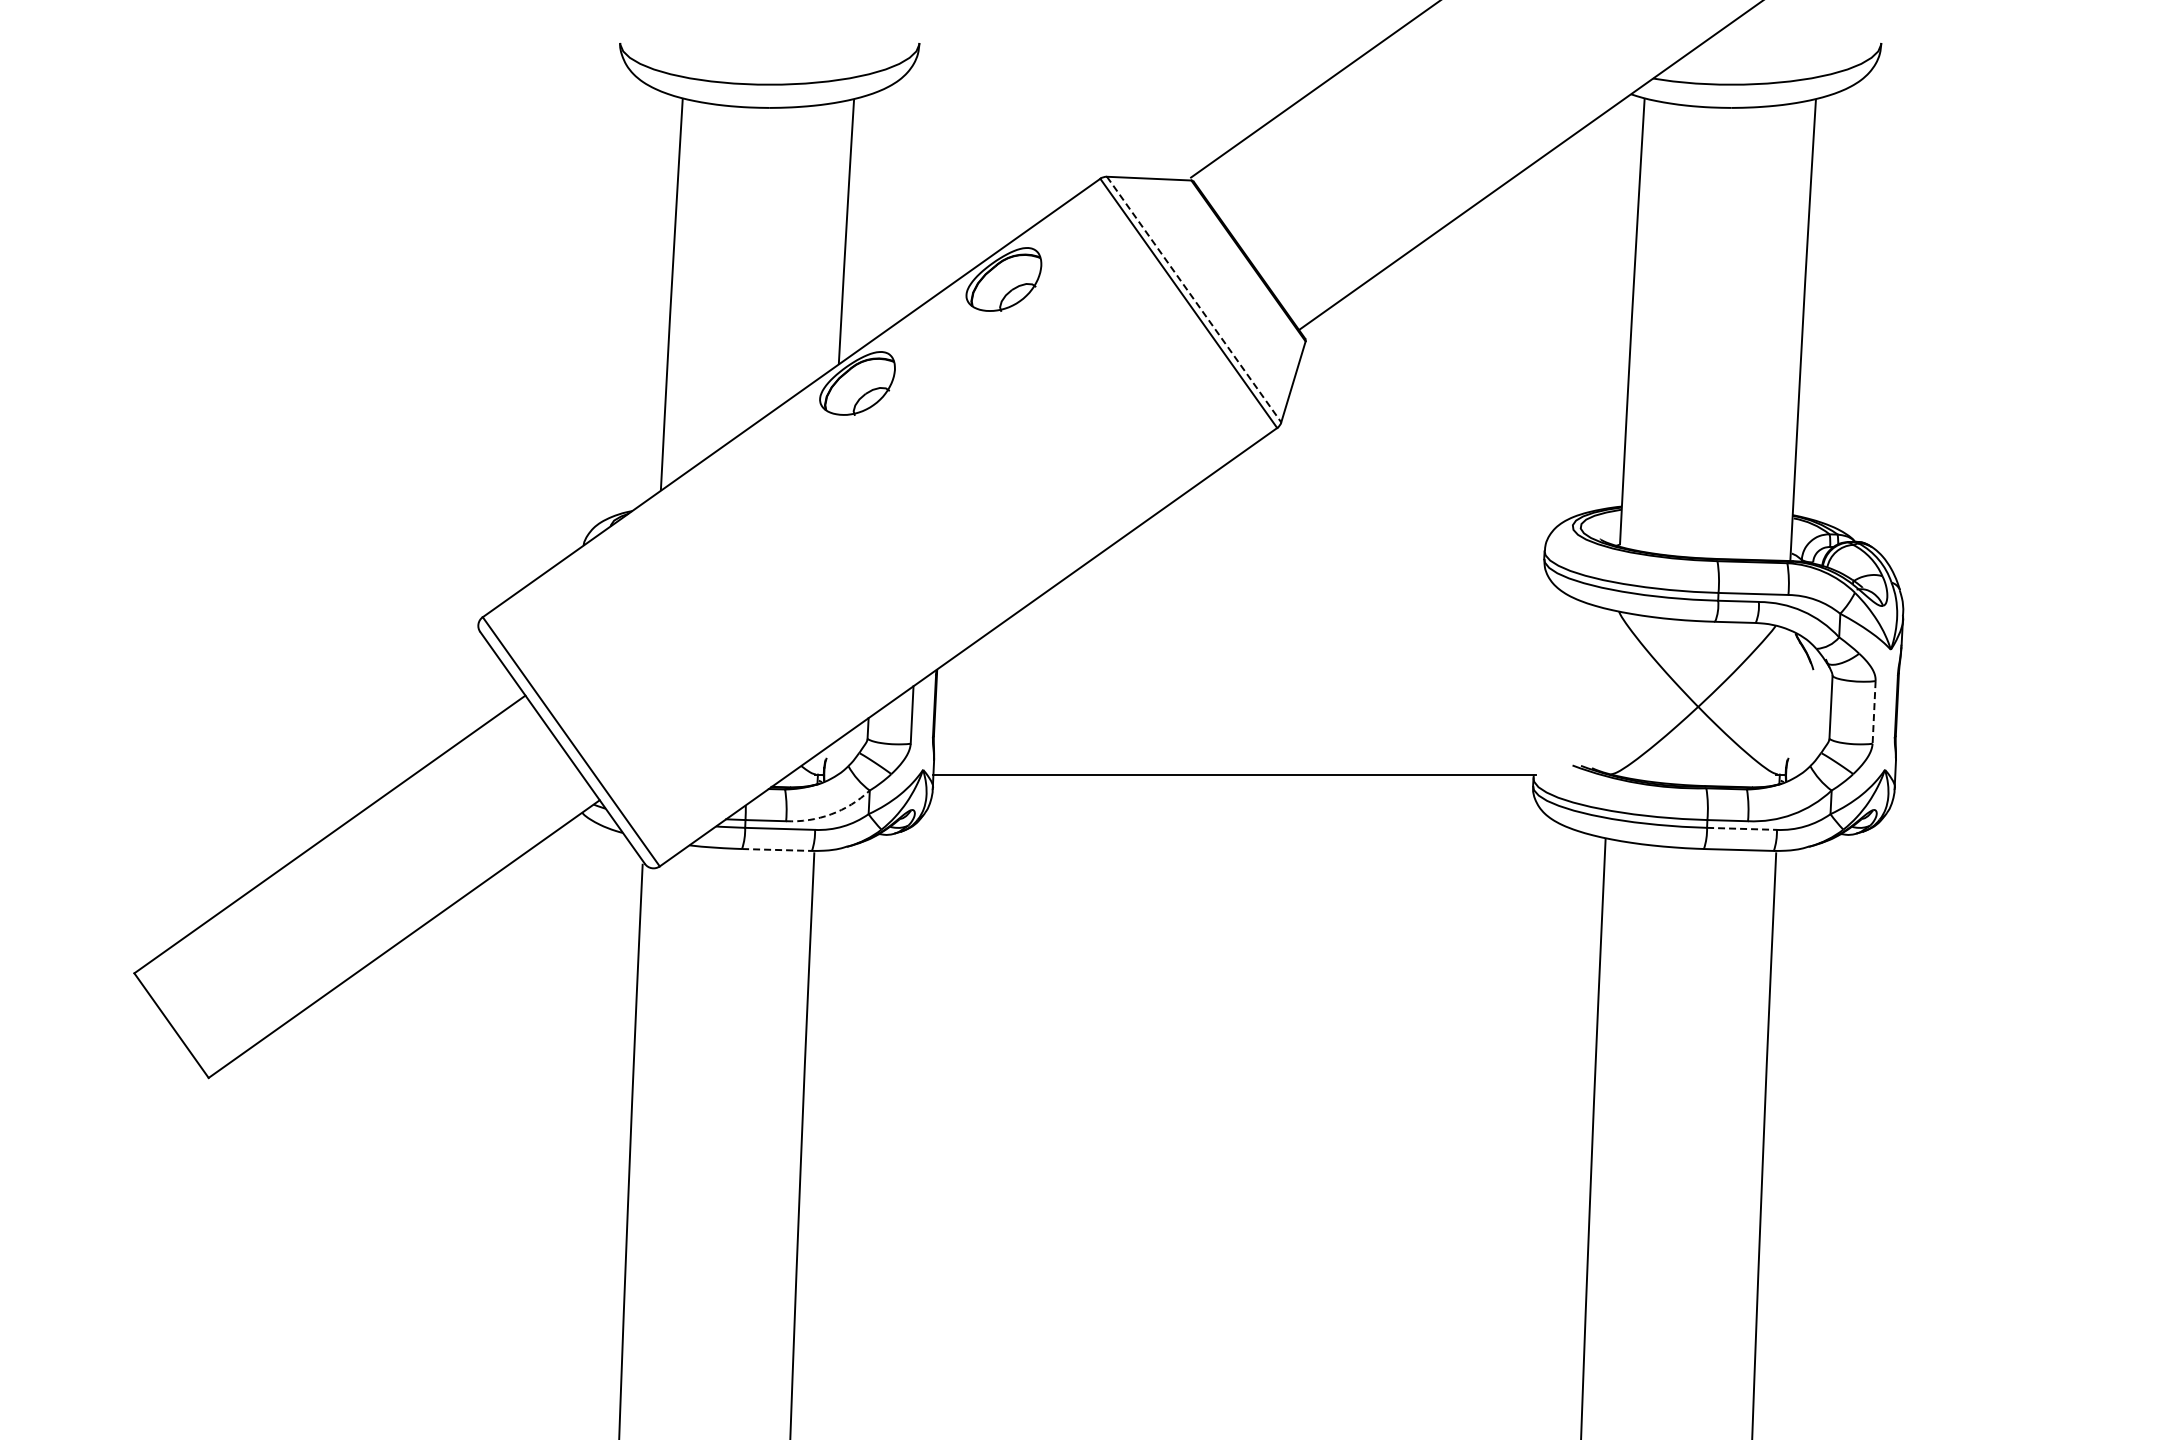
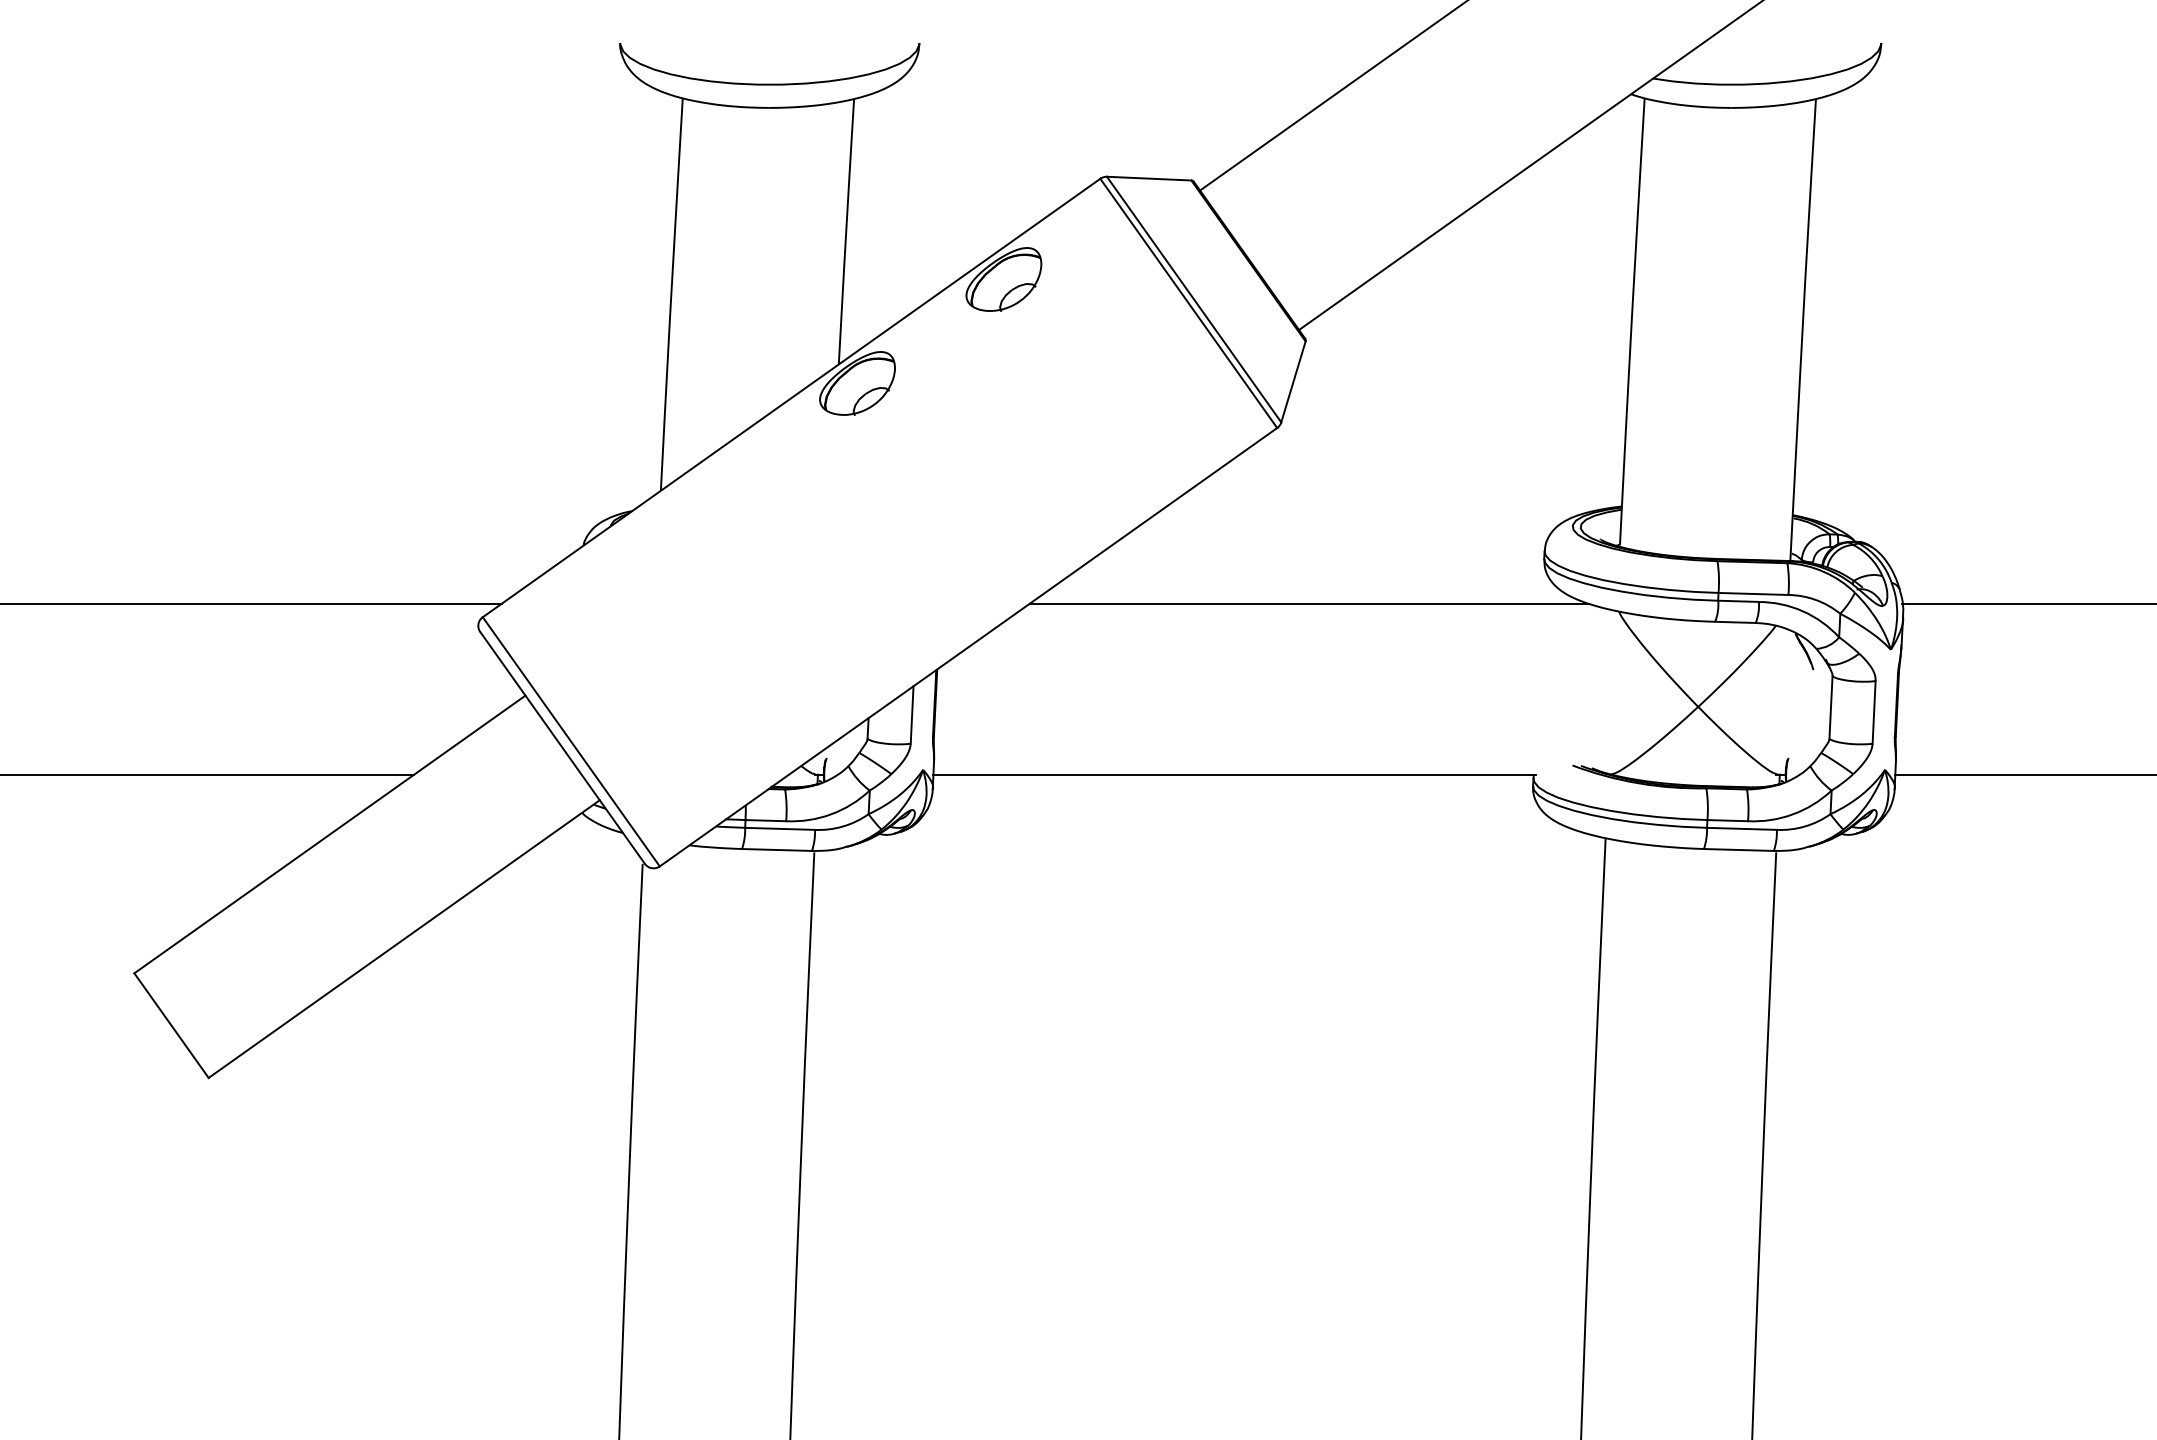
line at (1314, 89) position: (1314, 89) -> (1332, 96)
line at (1194, 299): dashed -> solid
line at (251, 603): none -> present
line at (1308, 603): none -> present
line at (2027, 603): none -> present
line at (1874, 712): dashed -> solid
line at (208, 774): none -> present
line at (2024, 774): none -> present
arc at (831, 814): dashed -> solid
line at (1742, 828): dashed -> solid
line at (777, 849): dashed -> solid
